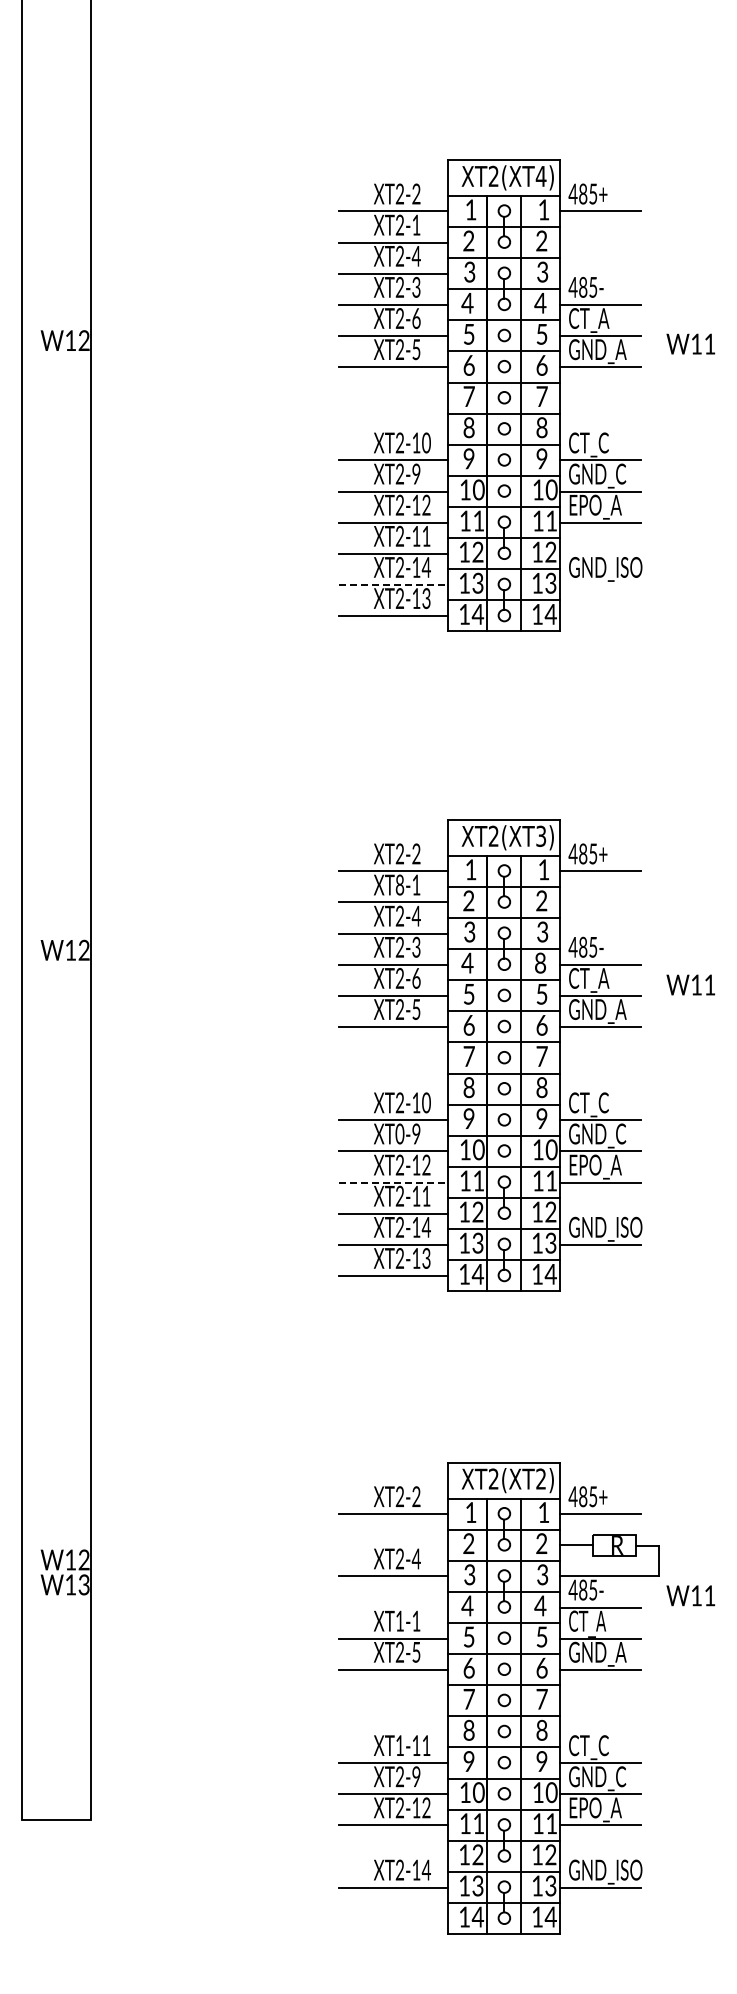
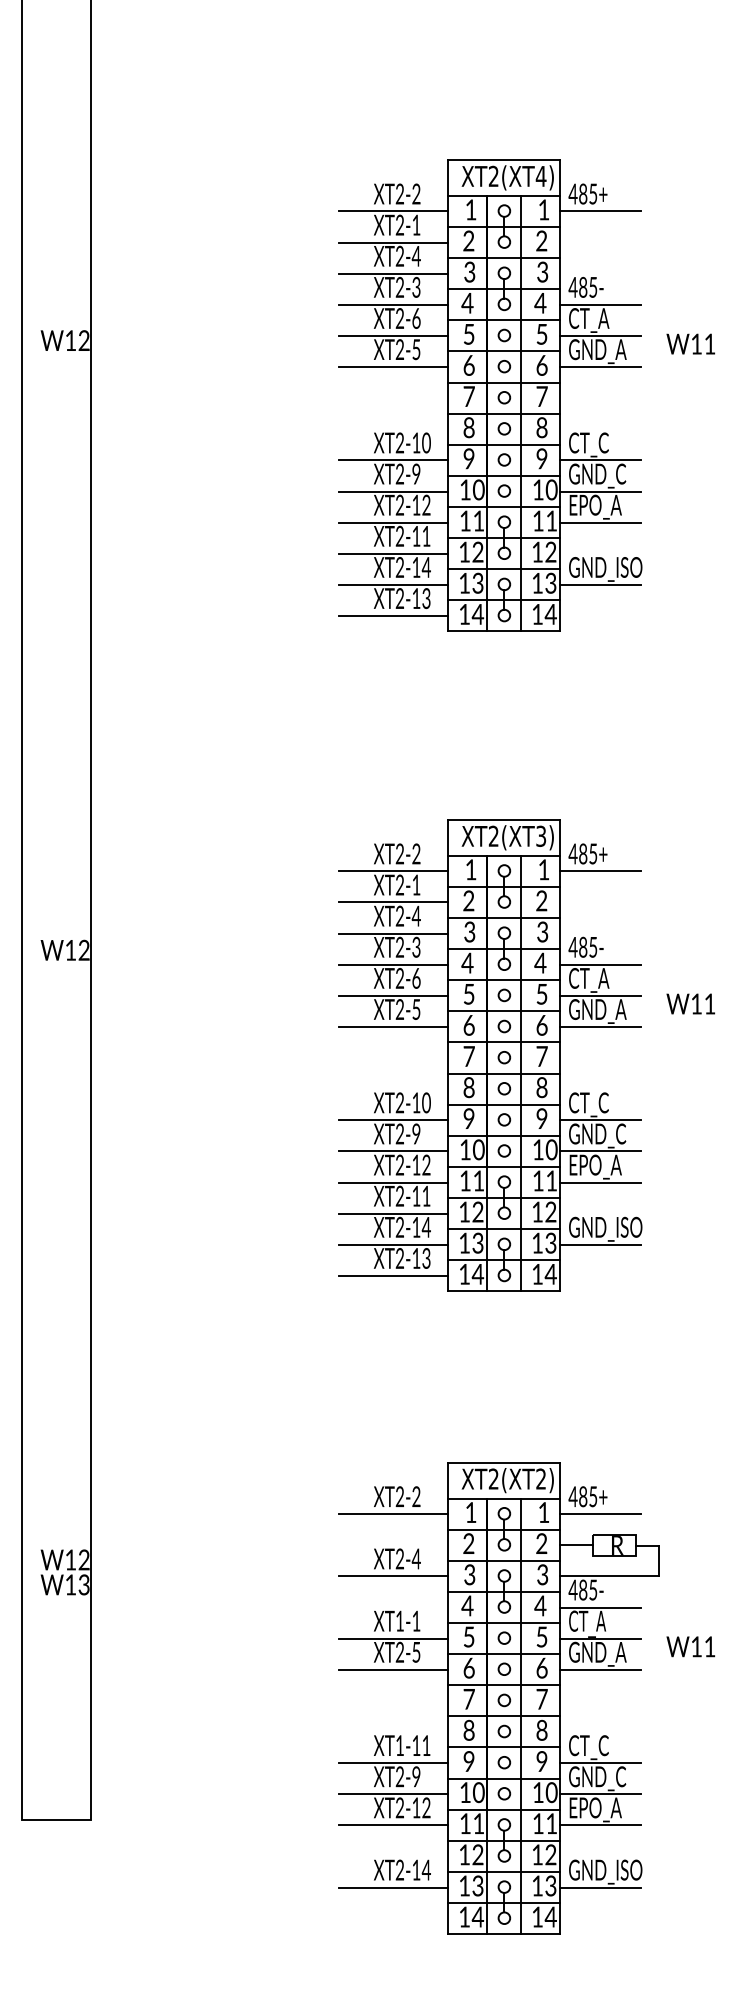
line at (393, 584): dashed -> solid
line at (600, 584): none -> present
text at (399, 885): XT8-1 -> XT2-1
text at (540, 962): 8 -> 4
text at (690, 984) position: (690, 984) -> (690, 1003)
text at (399, 1134): XT0-9 -> XT2-9
line at (393, 1182): dashed -> solid
text at (690, 1595) position: (690, 1595) -> (690, 1646)
